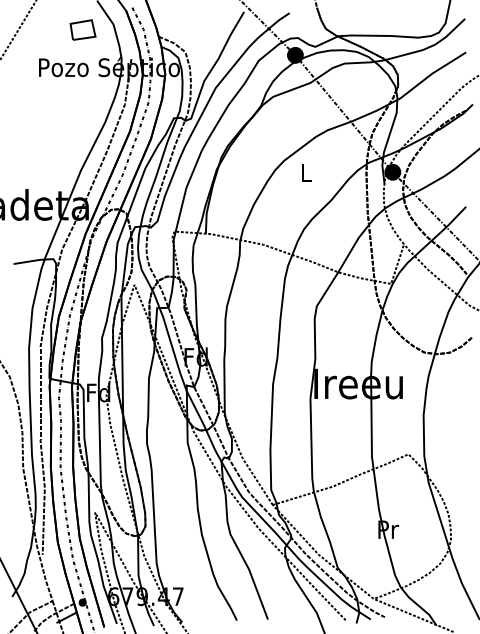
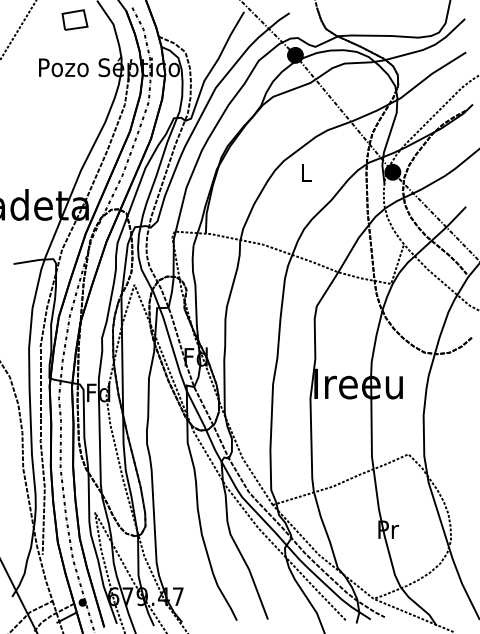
part at (82, 29) position: (82, 29) -> (74, 19)
